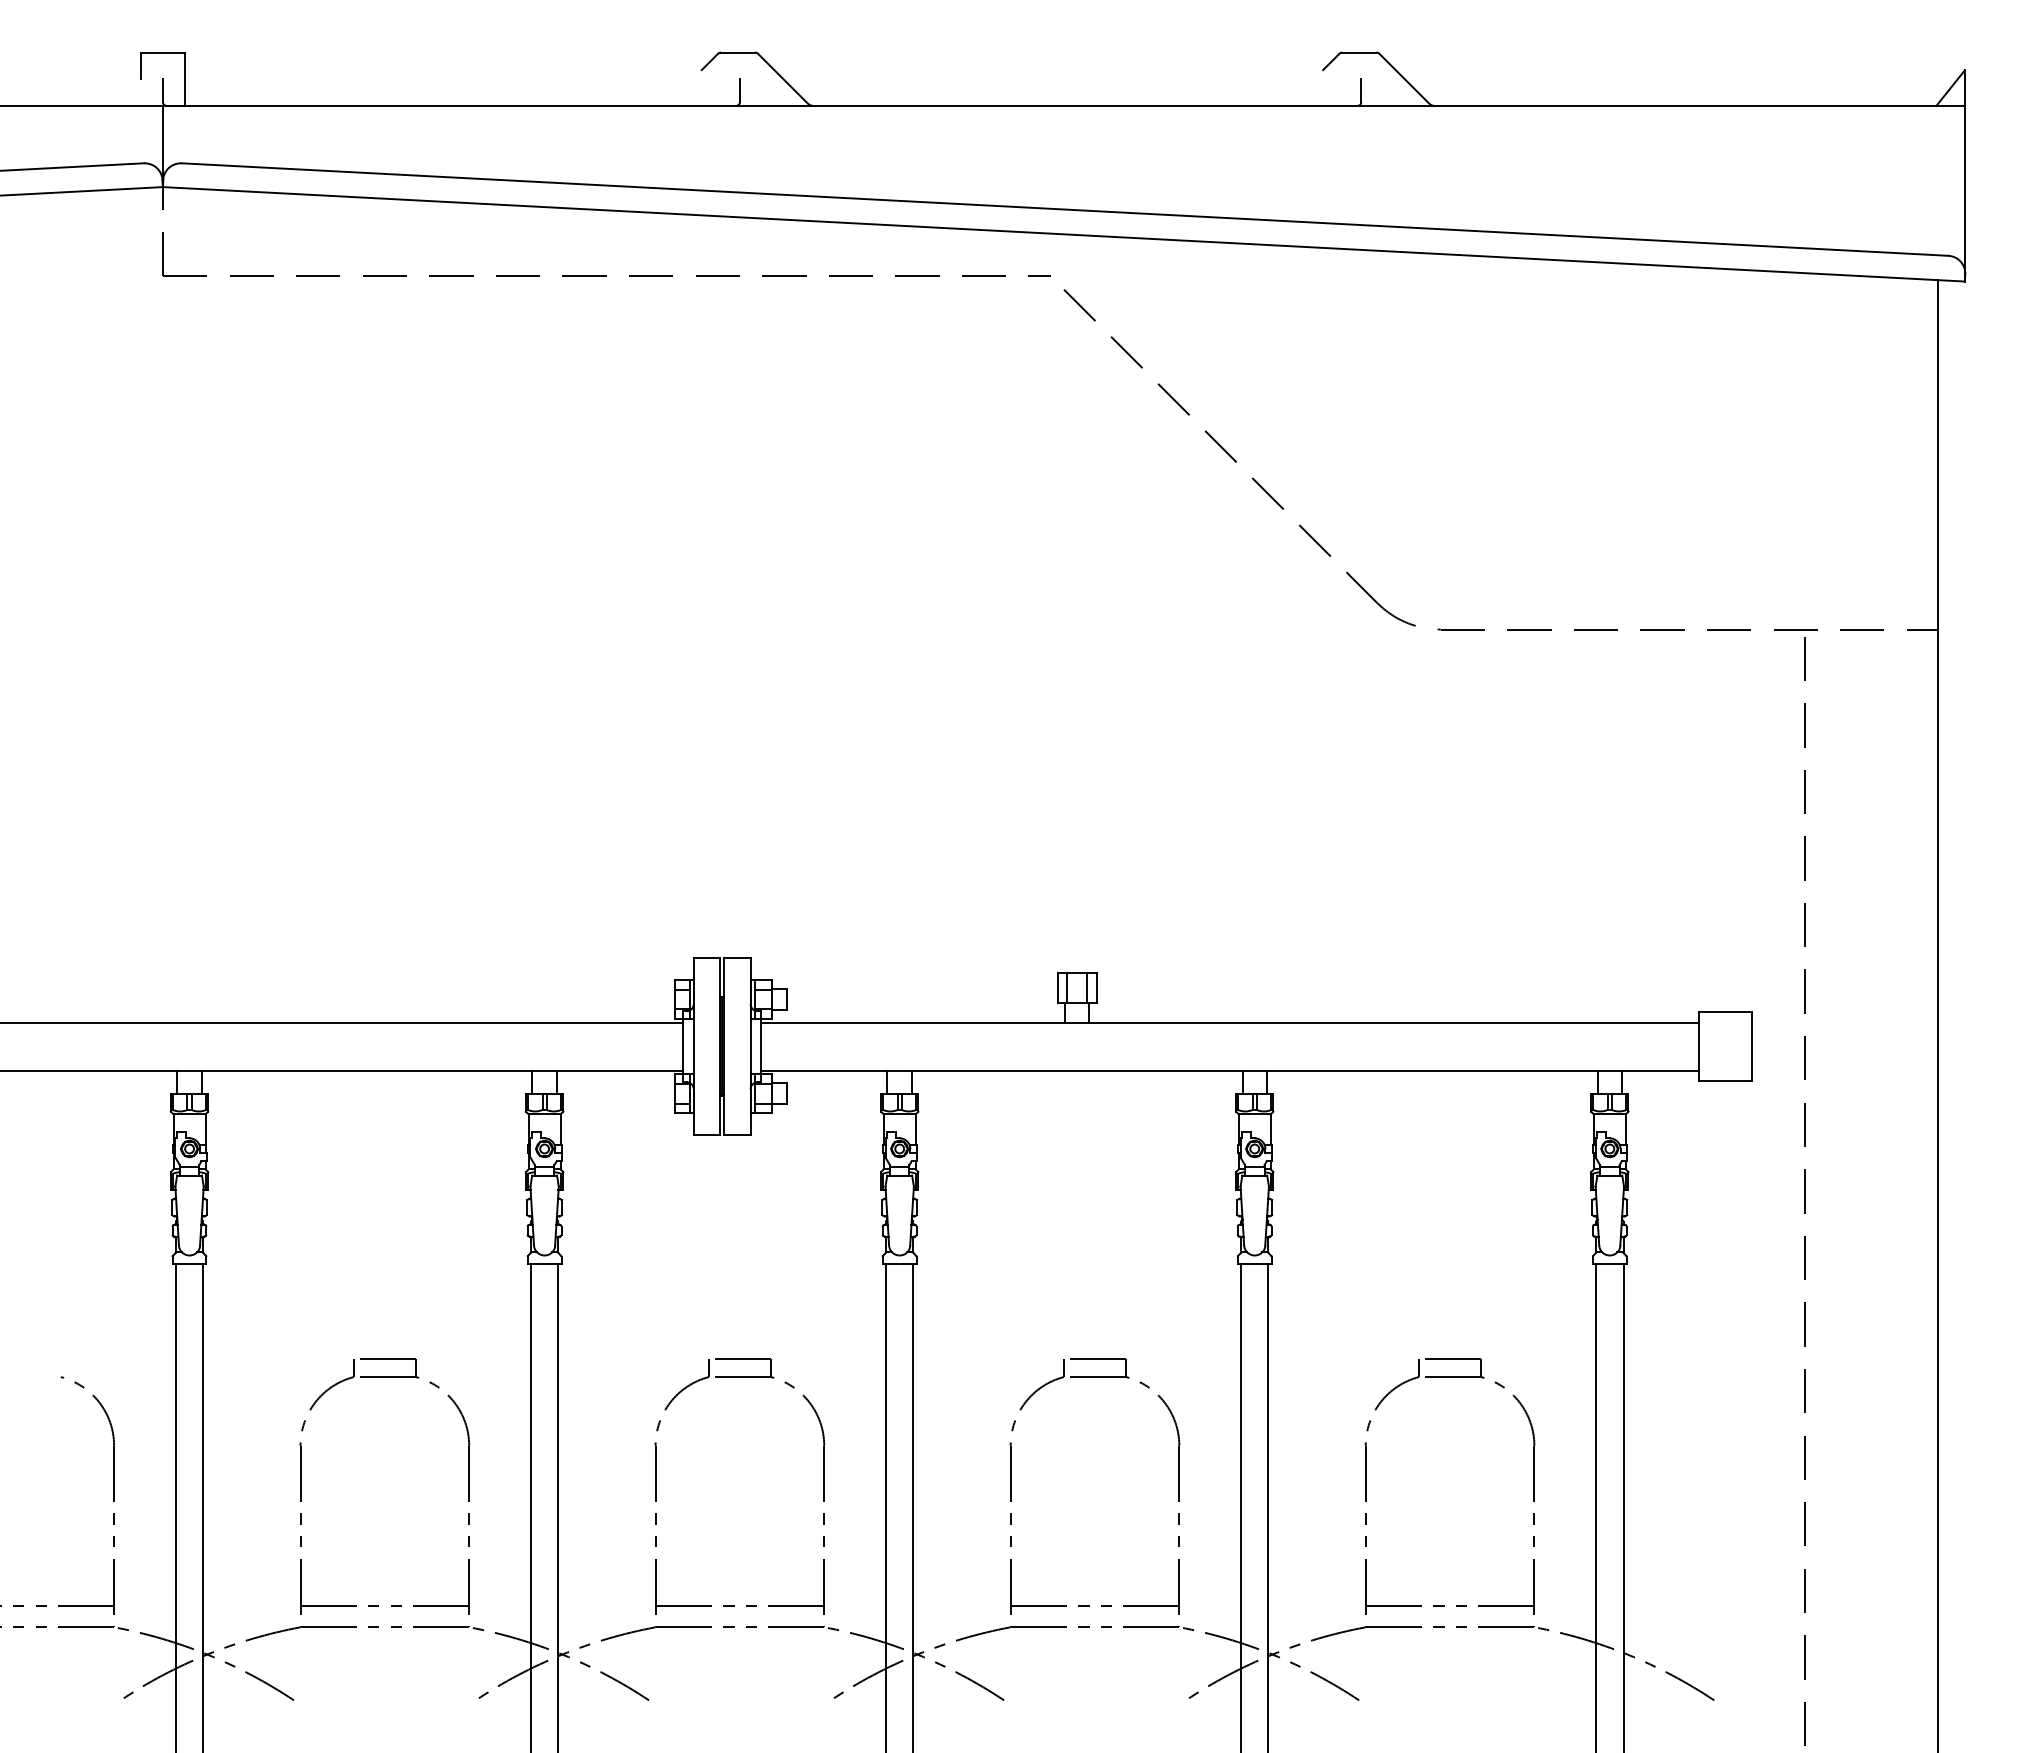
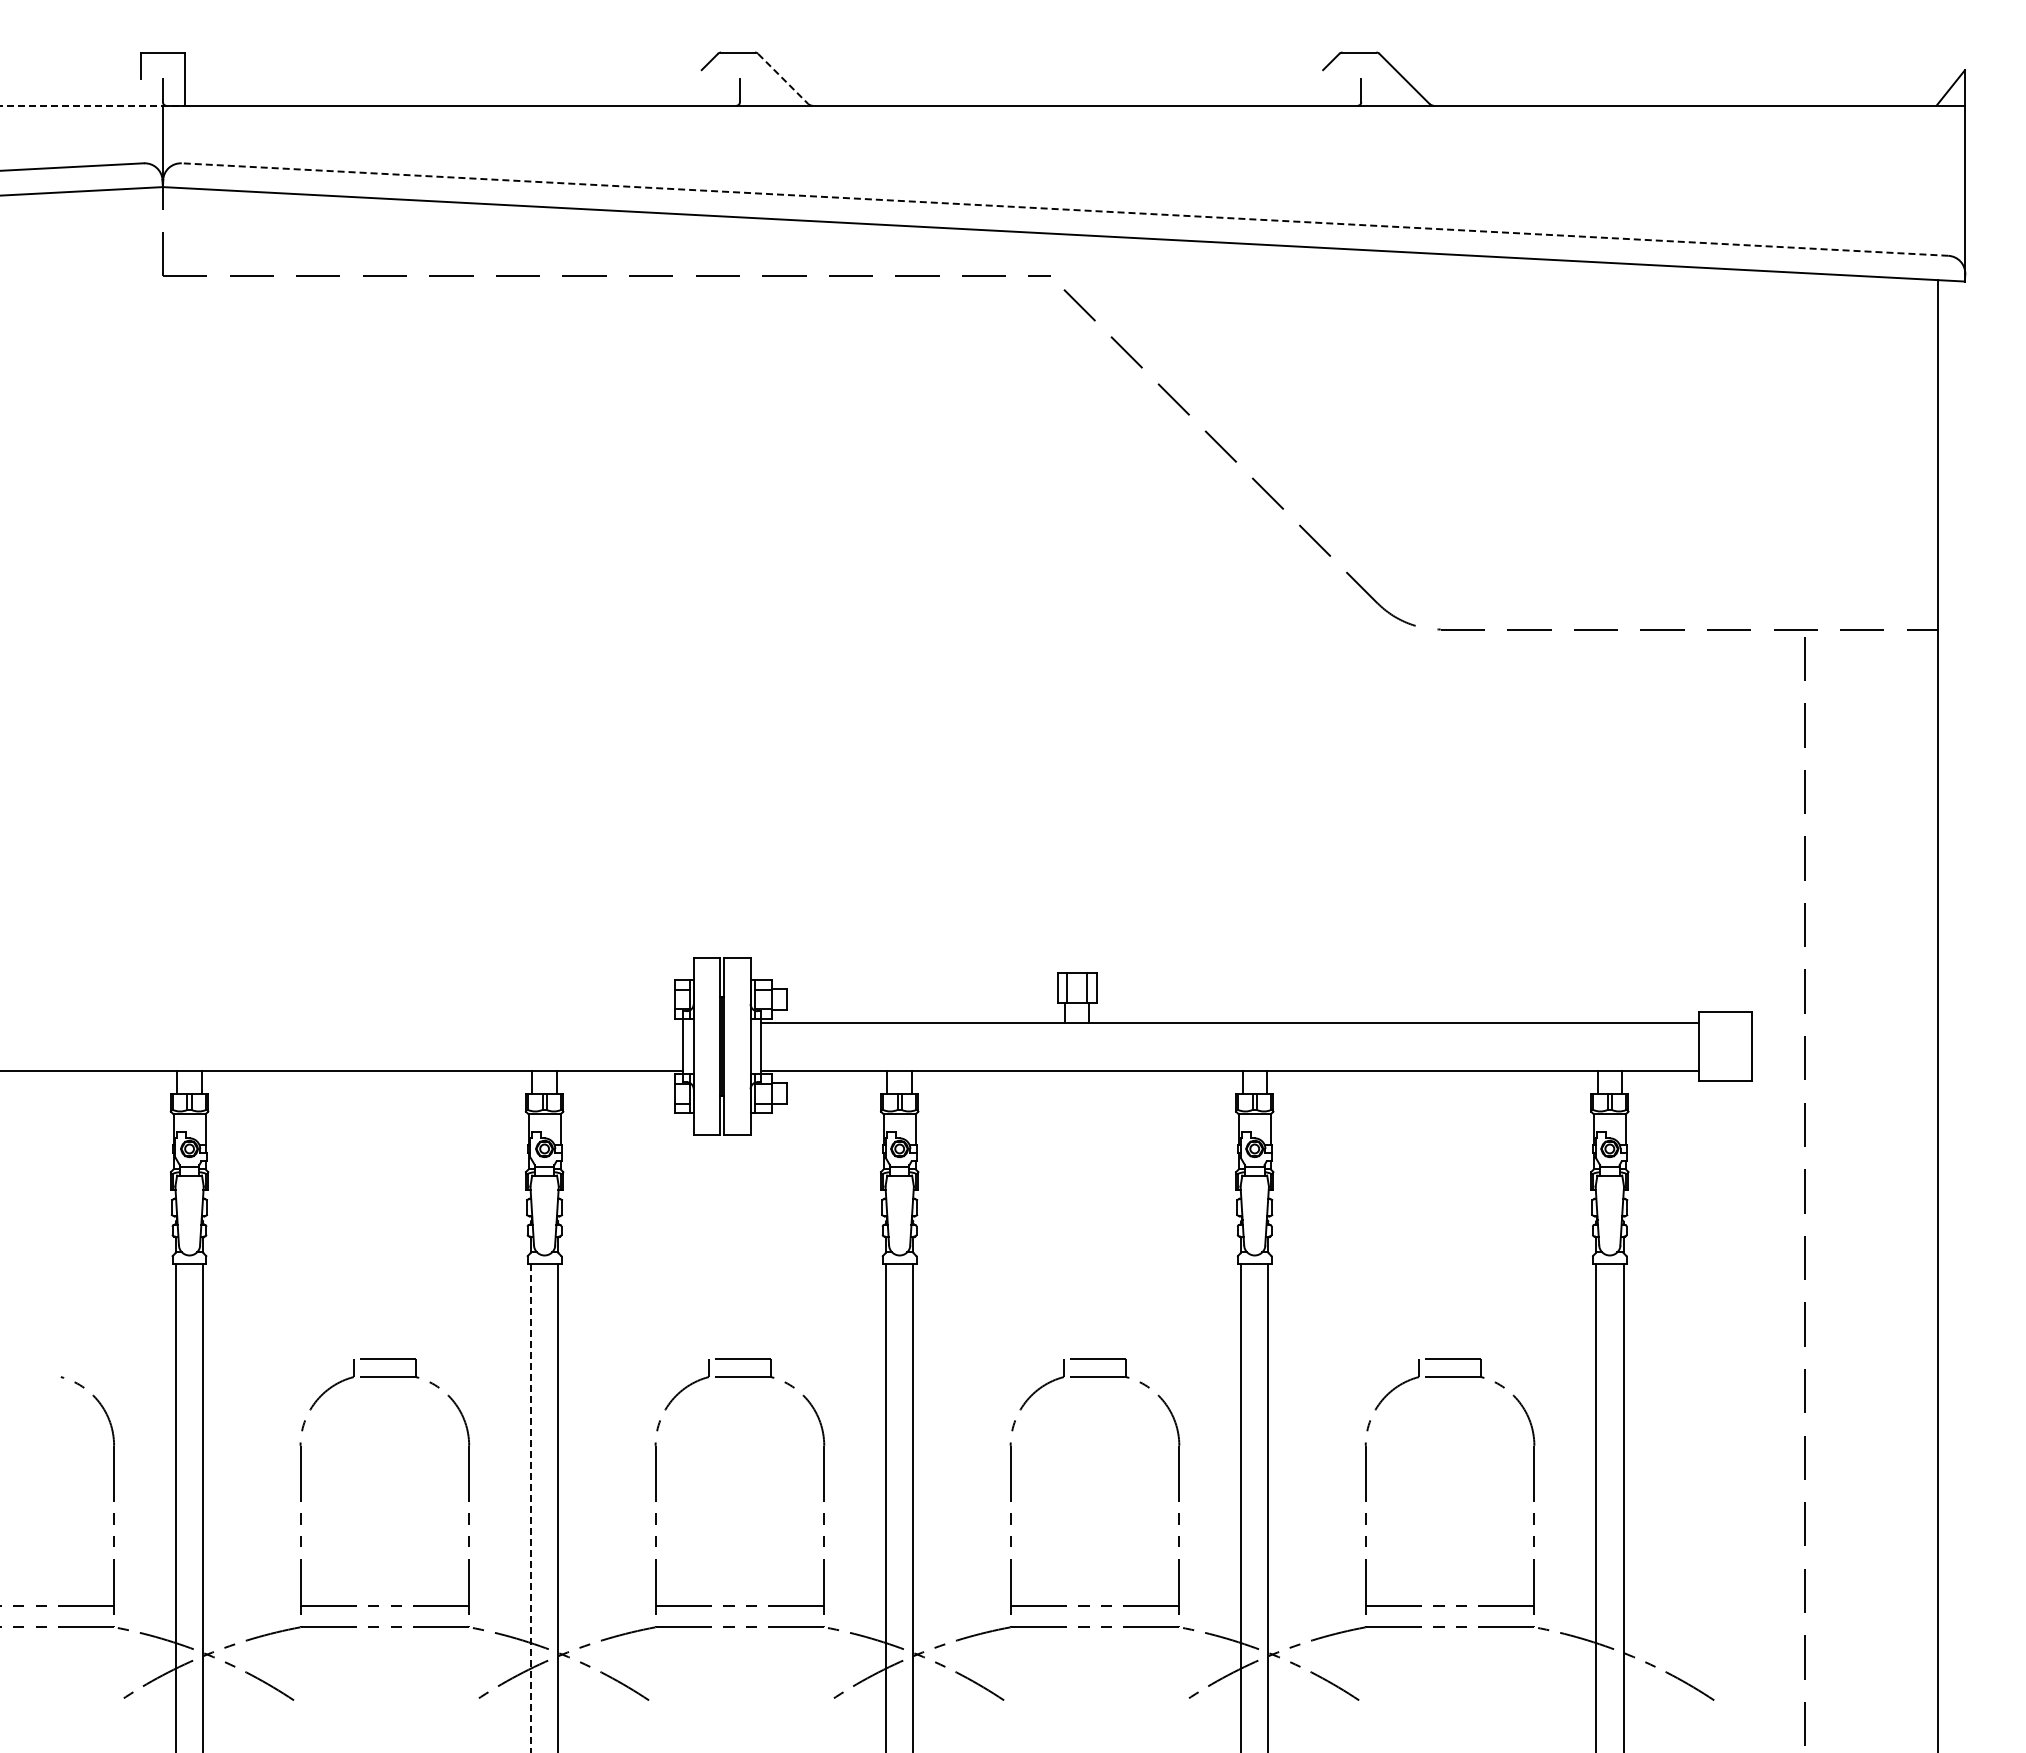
line at (783, 79): solid -> dashed
line at (94, 105): solid -> dashed
line at (1064, 209): solid -> dashed
line at (342, 1022): present -> none
line at (530, 1508): solid -> dashed
